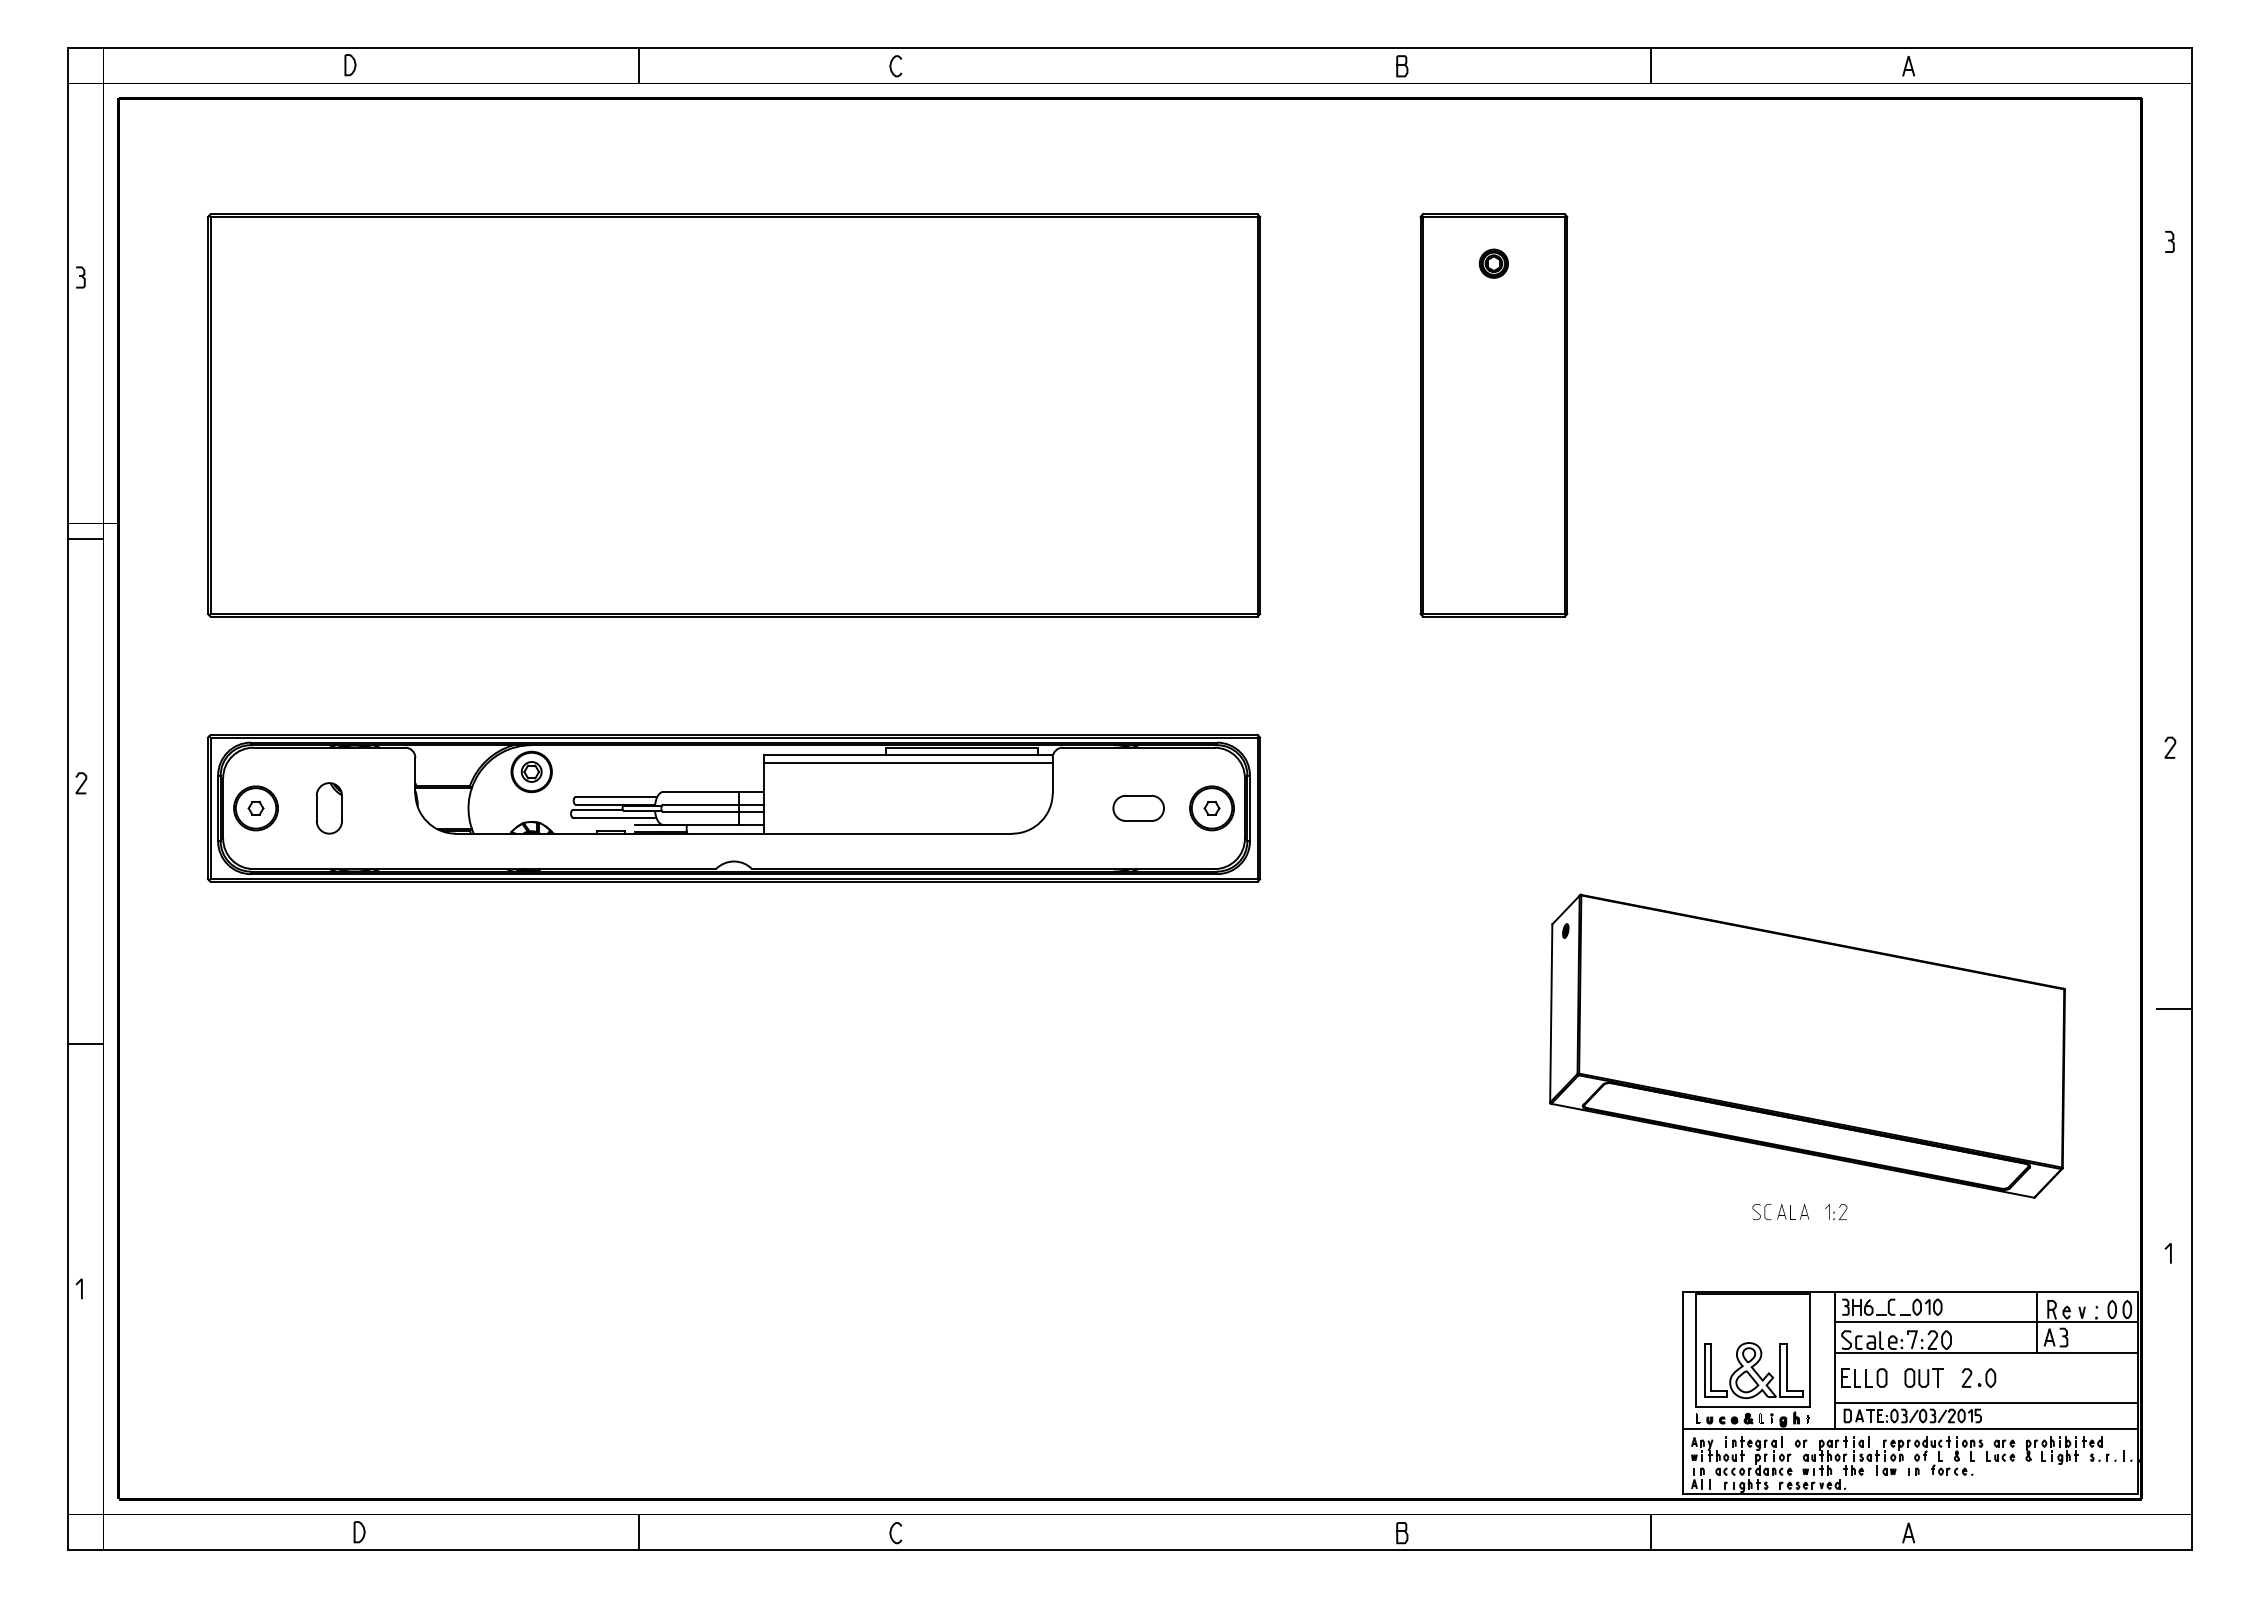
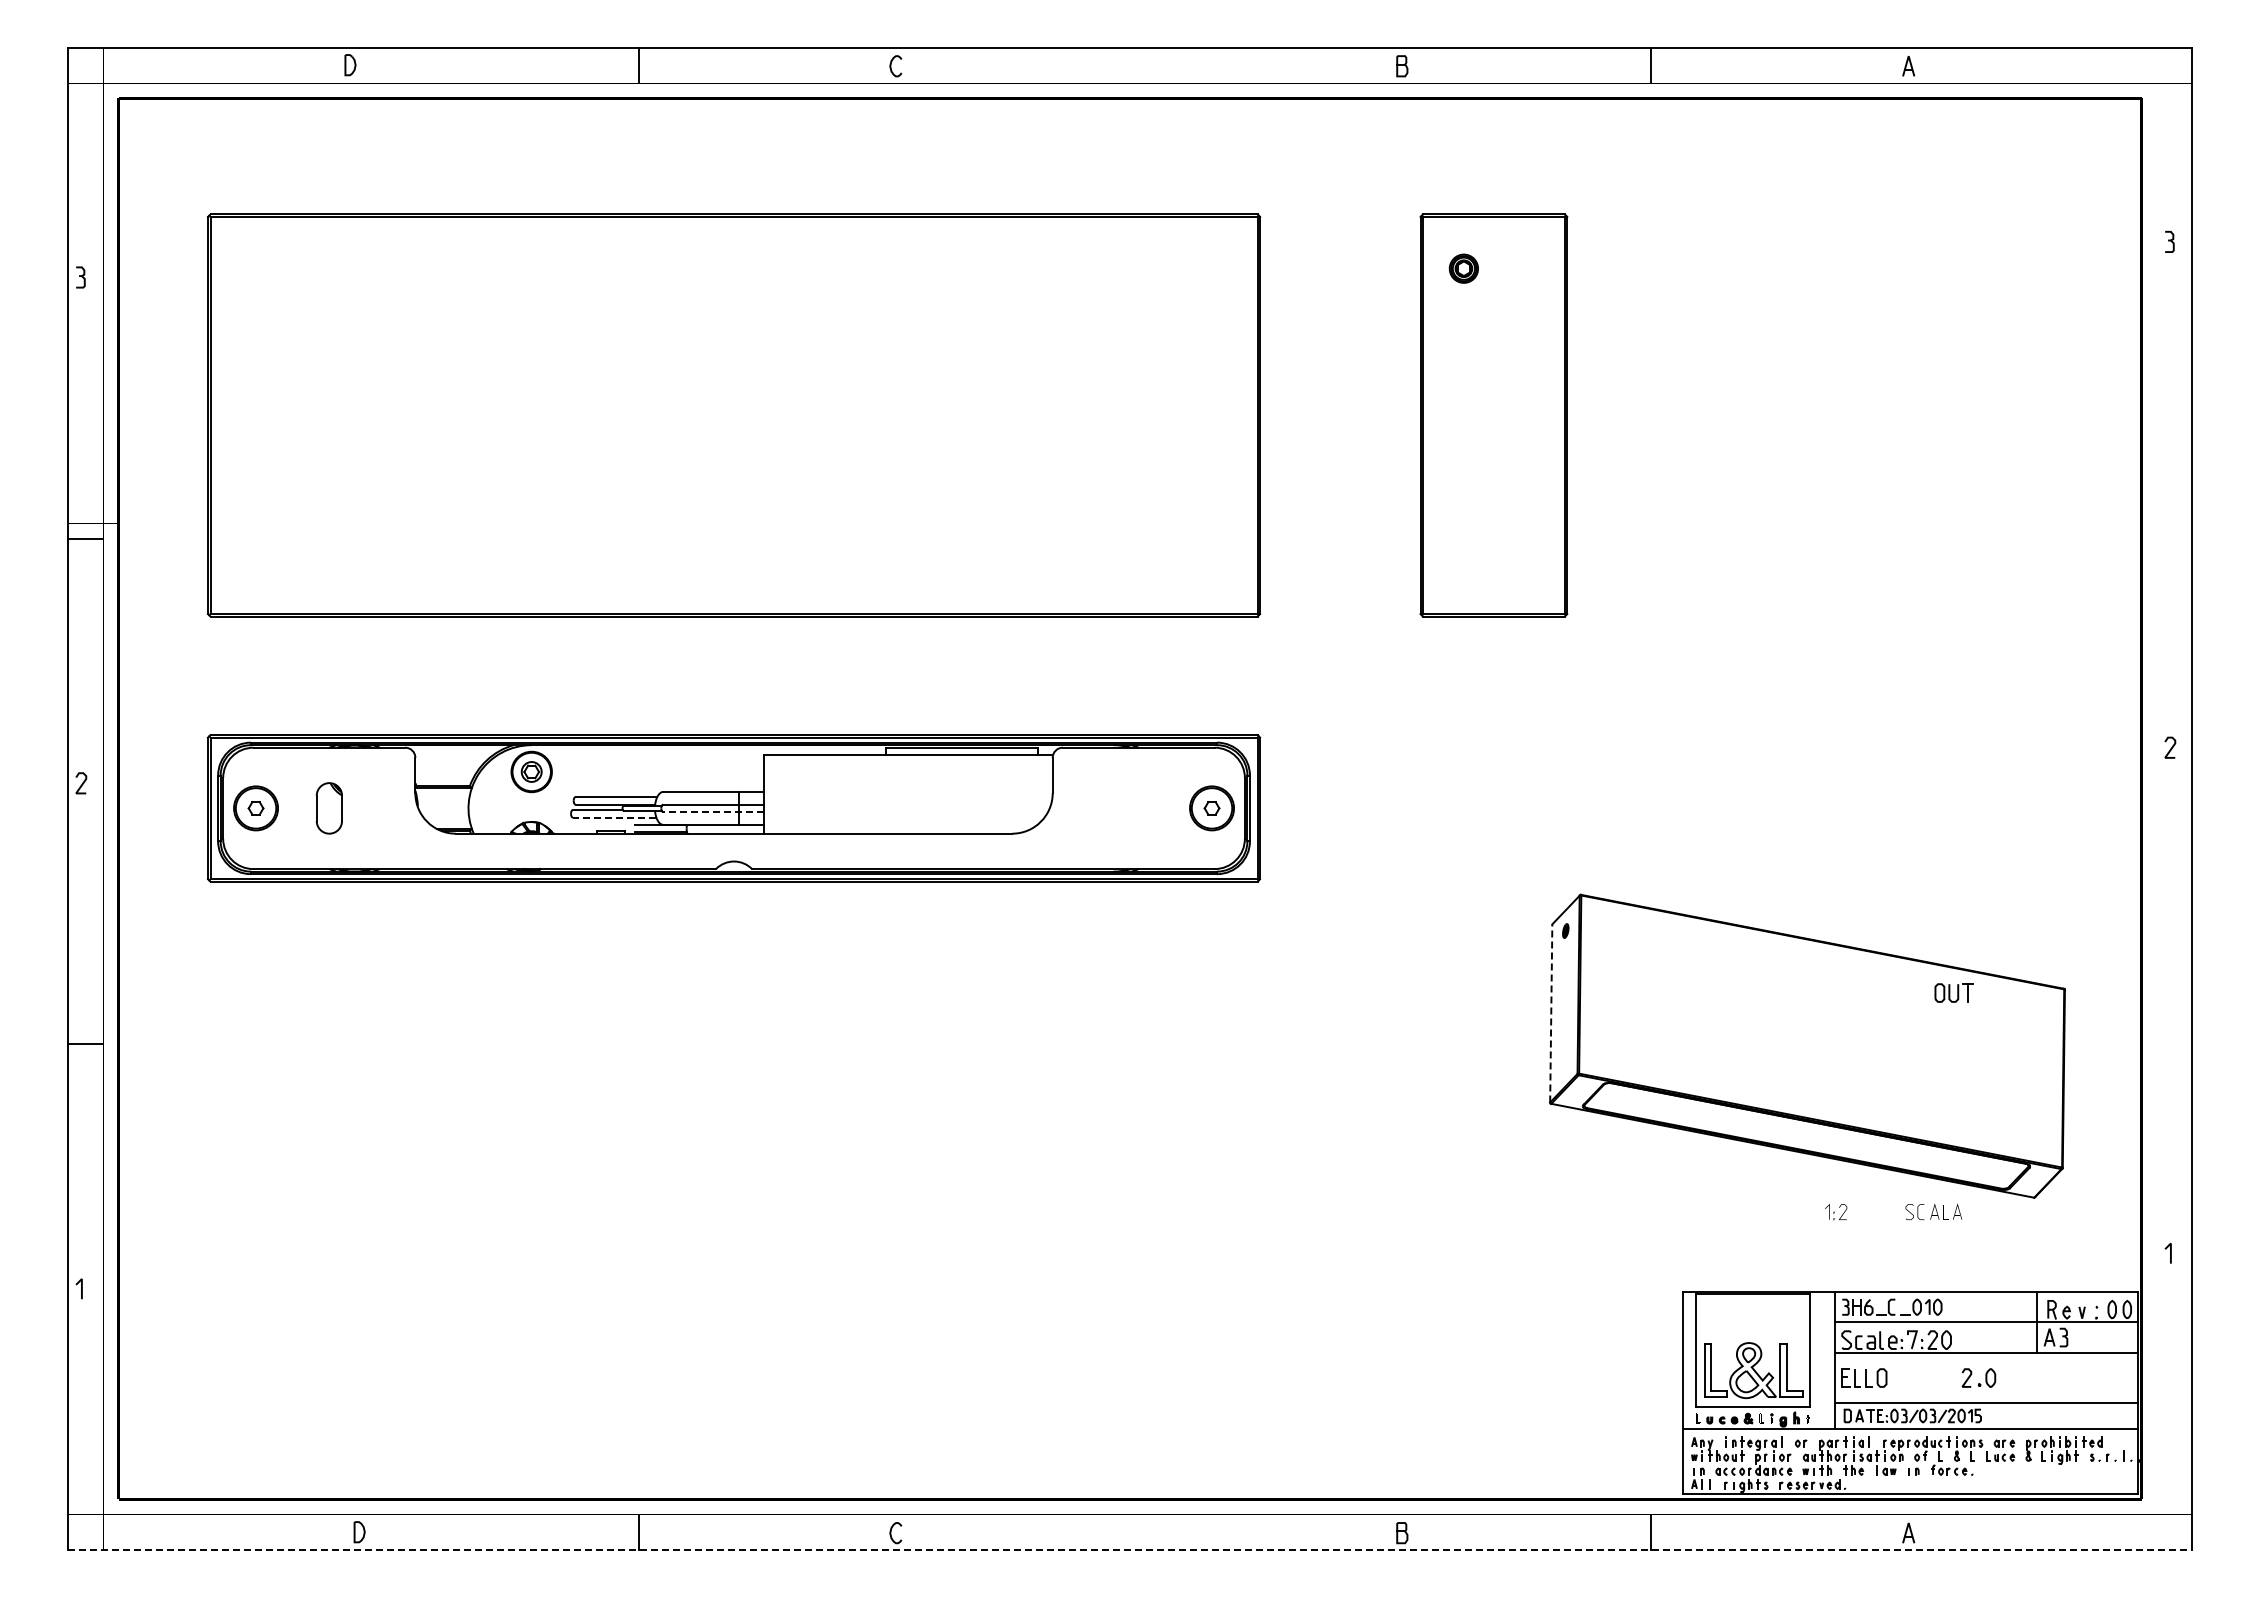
part at (1493, 263) position: (1493, 263) -> (1463, 268)
line at (908, 762): present -> none
part at (1138, 807): present -> none
line at (713, 812): solid -> dashed
line at (614, 817): solid -> dashed
line at (2174, 1008): present -> none
line at (1551, 1012): solid -> dashed
part at (1780, 1211) position: (1780, 1211) -> (1933, 1211)
part at (1923, 1377) position: (1923, 1377) -> (1953, 992)
line at (1130, 1550): solid -> dashed
